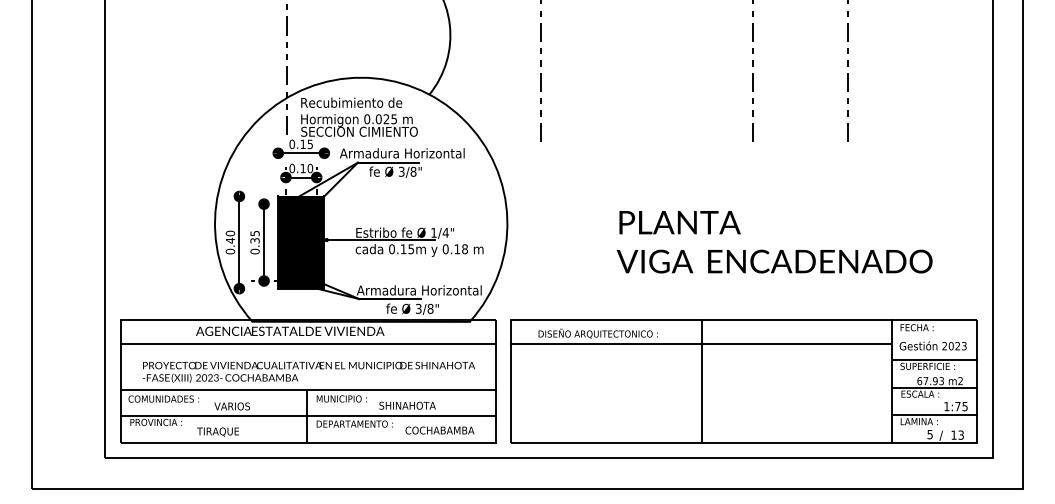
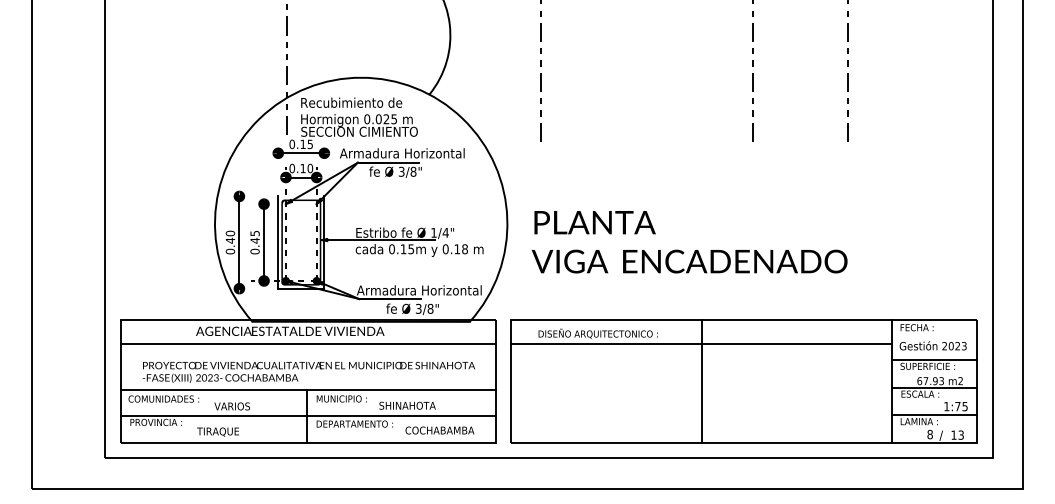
text at (254, 240): 0.35 -> 0.45
fill at (301, 242): present -> none
text at (774, 242) position: (774, 242) -> (689, 242)
text at (929, 434): 5 -> 8
